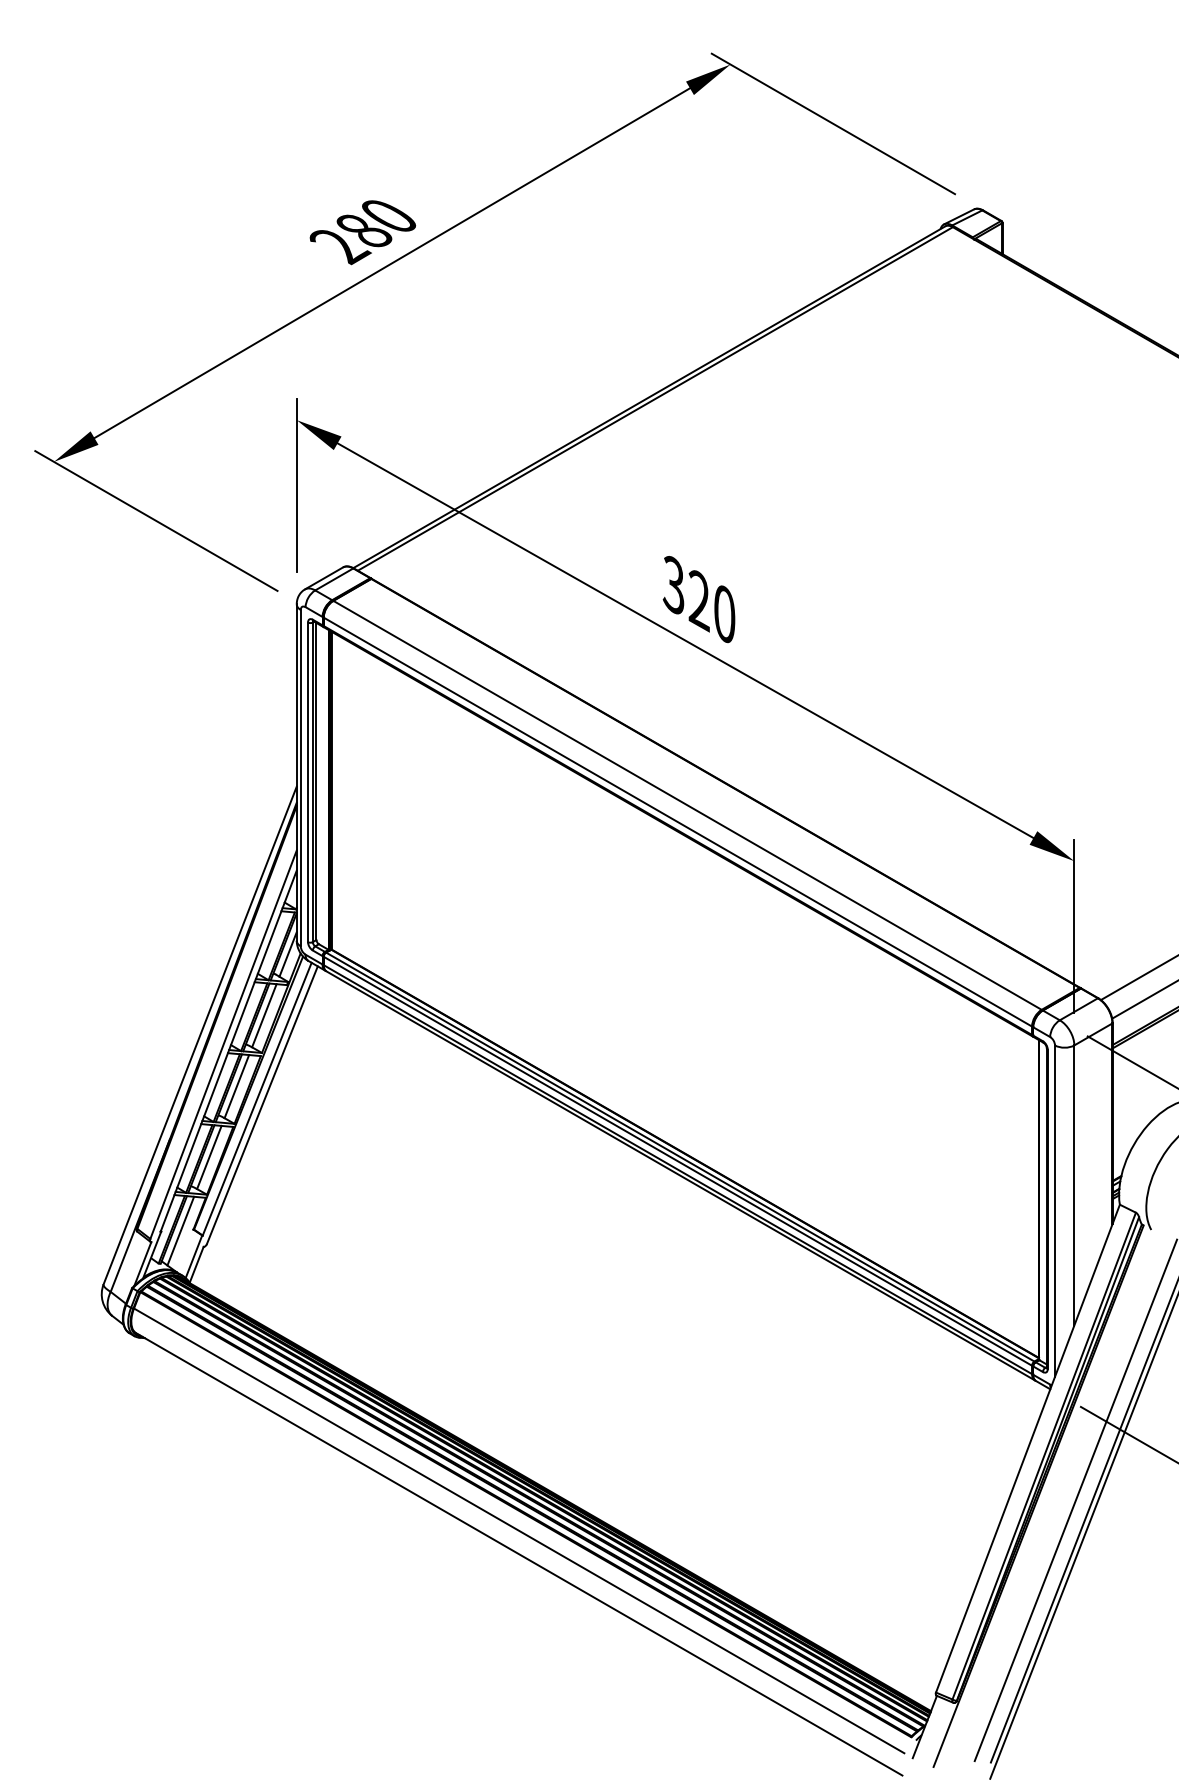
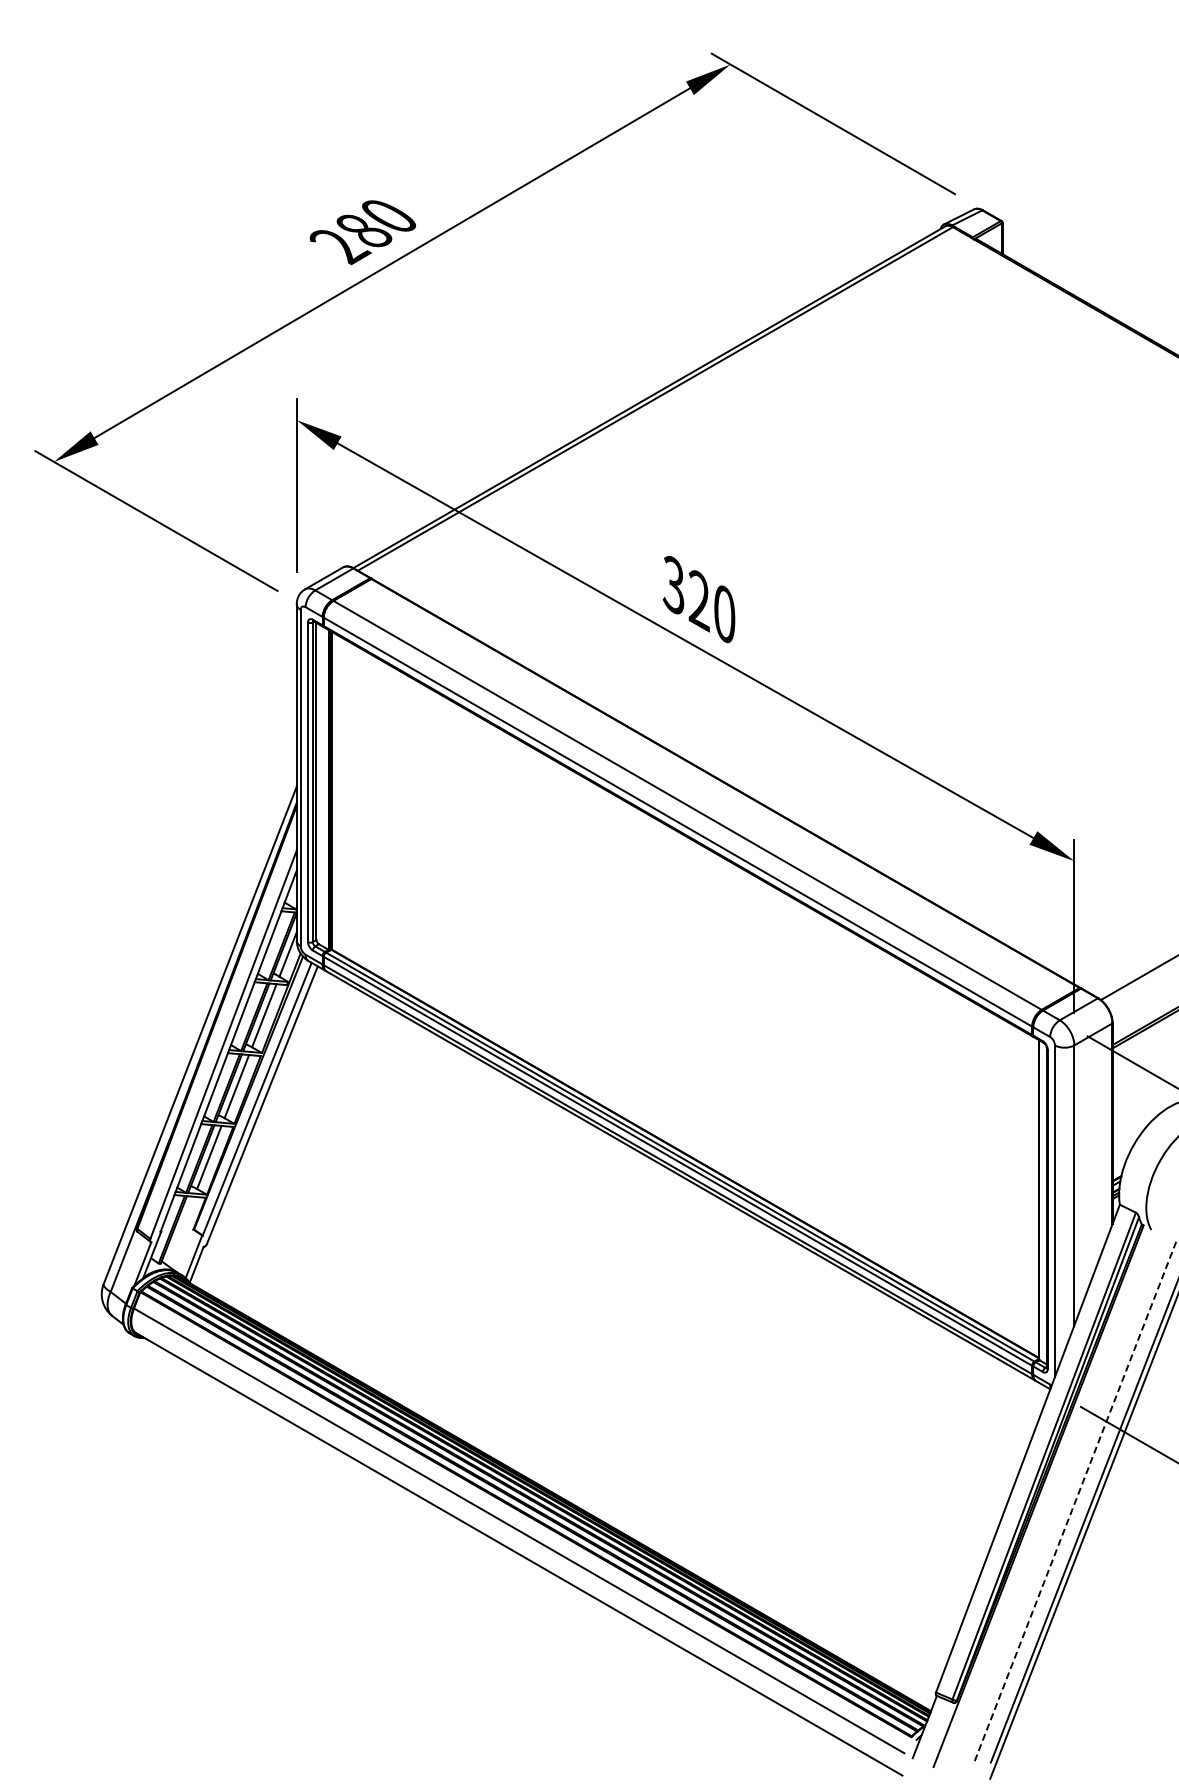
line at (1143, 1000): present -> none
line at (180, 1230): present -> none
line at (1075, 1500): solid -> dashed
